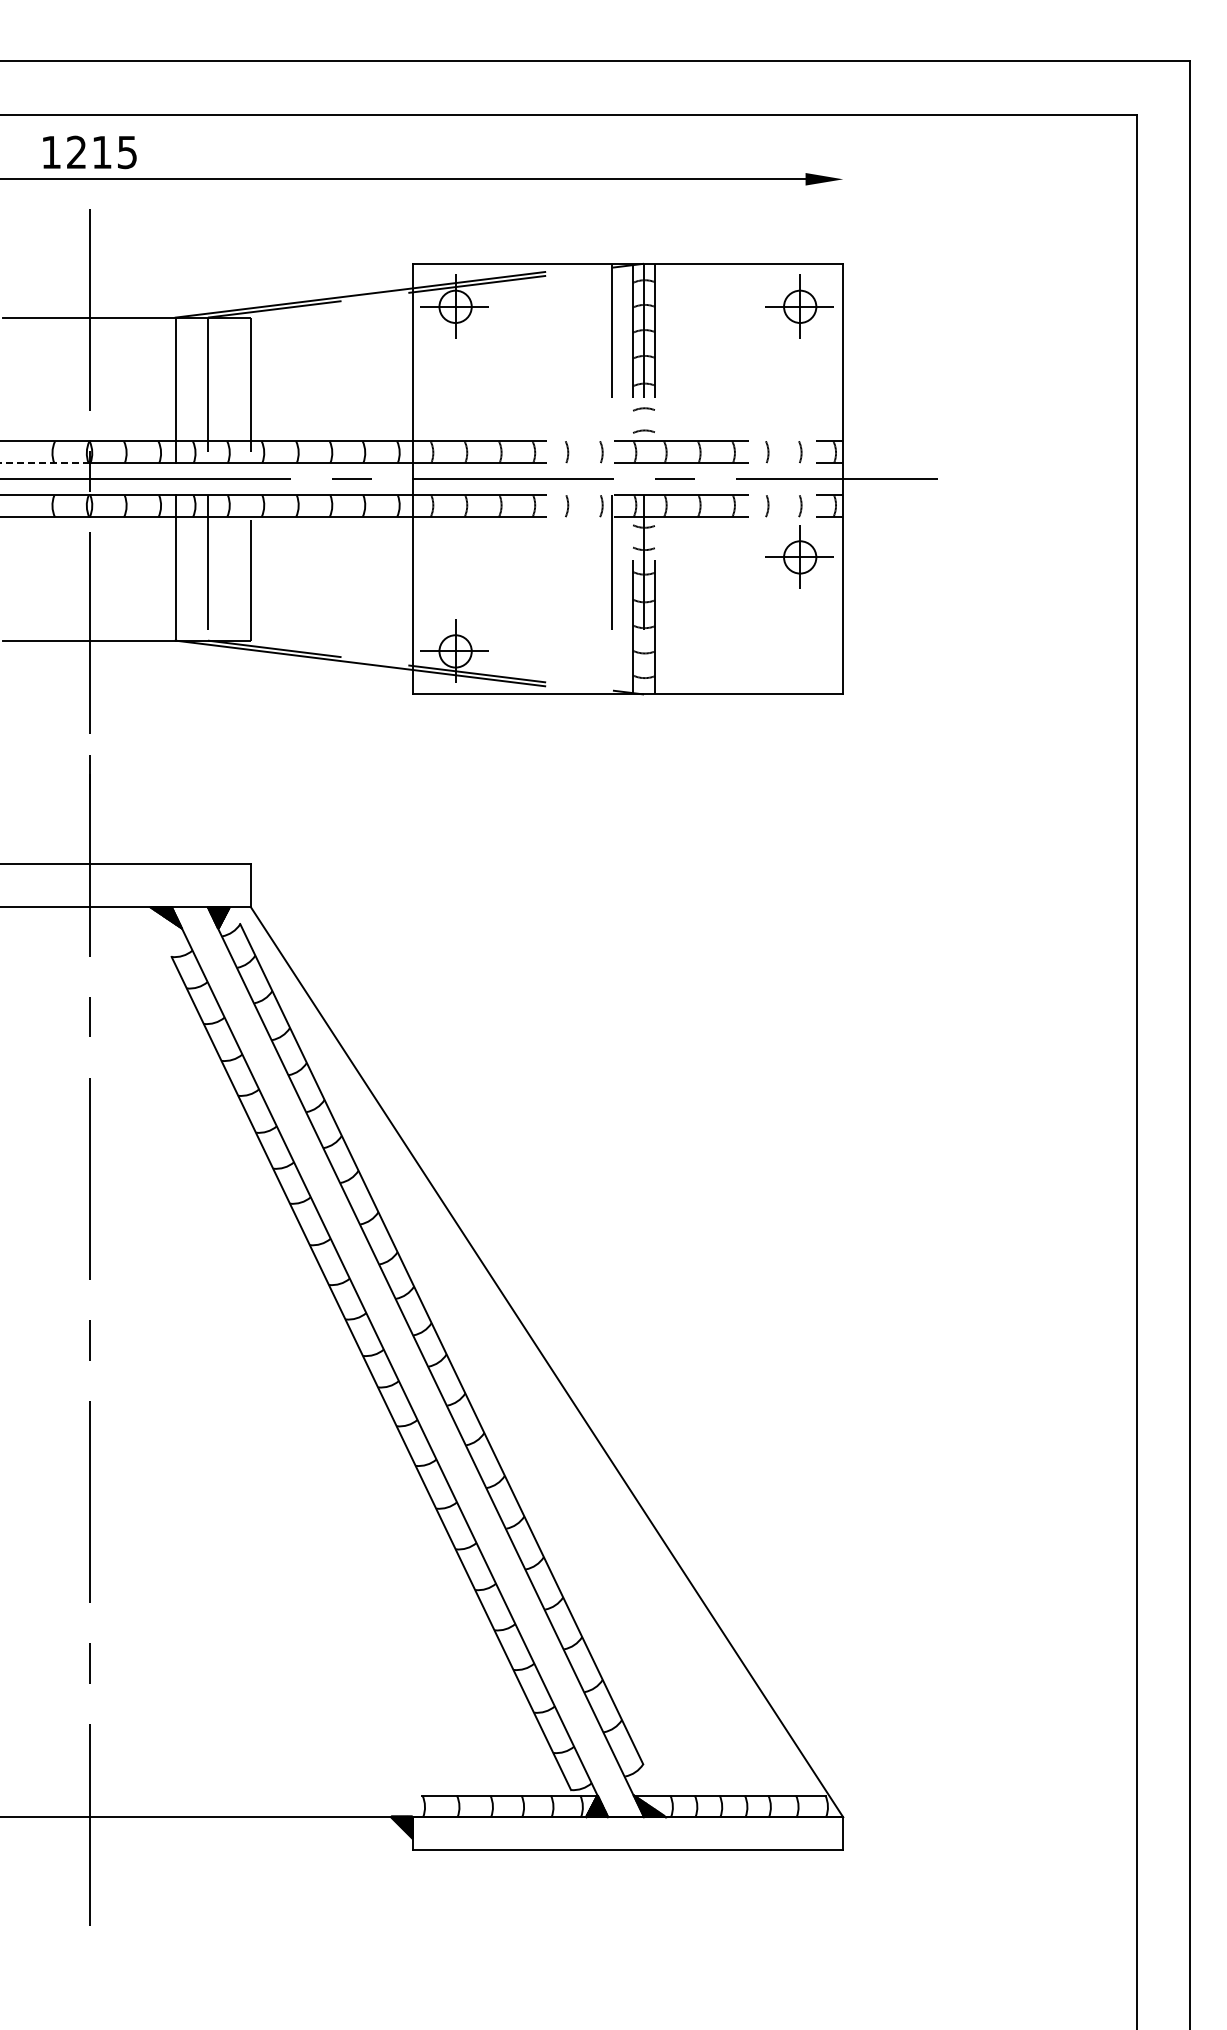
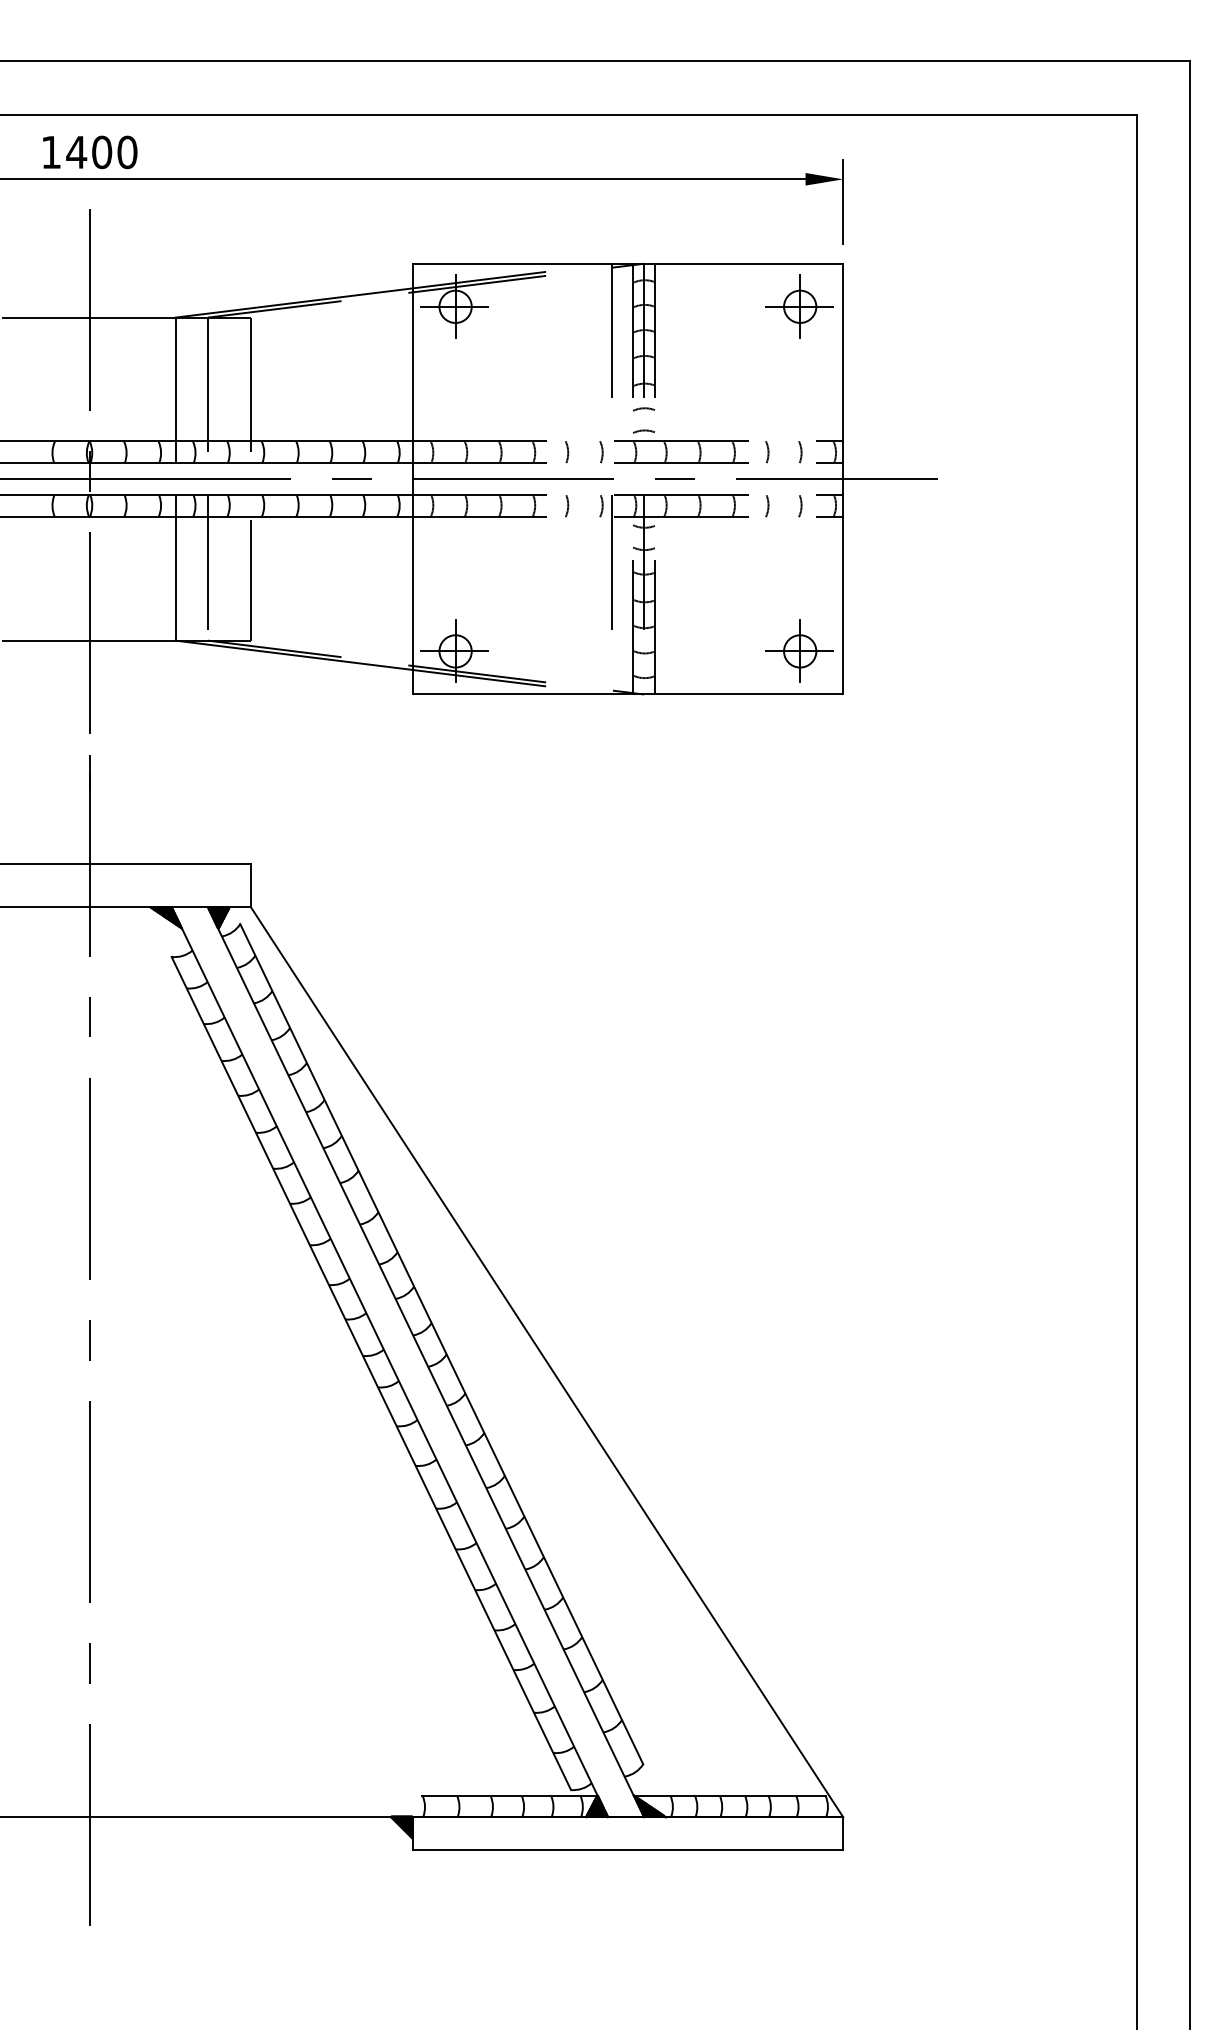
text at (101, 152): 1215 -> 1400
line at (843, 201): none -> present
line at (44, 462): dashed -> solid
part at (799, 556) position: (799, 556) -> (799, 650)
